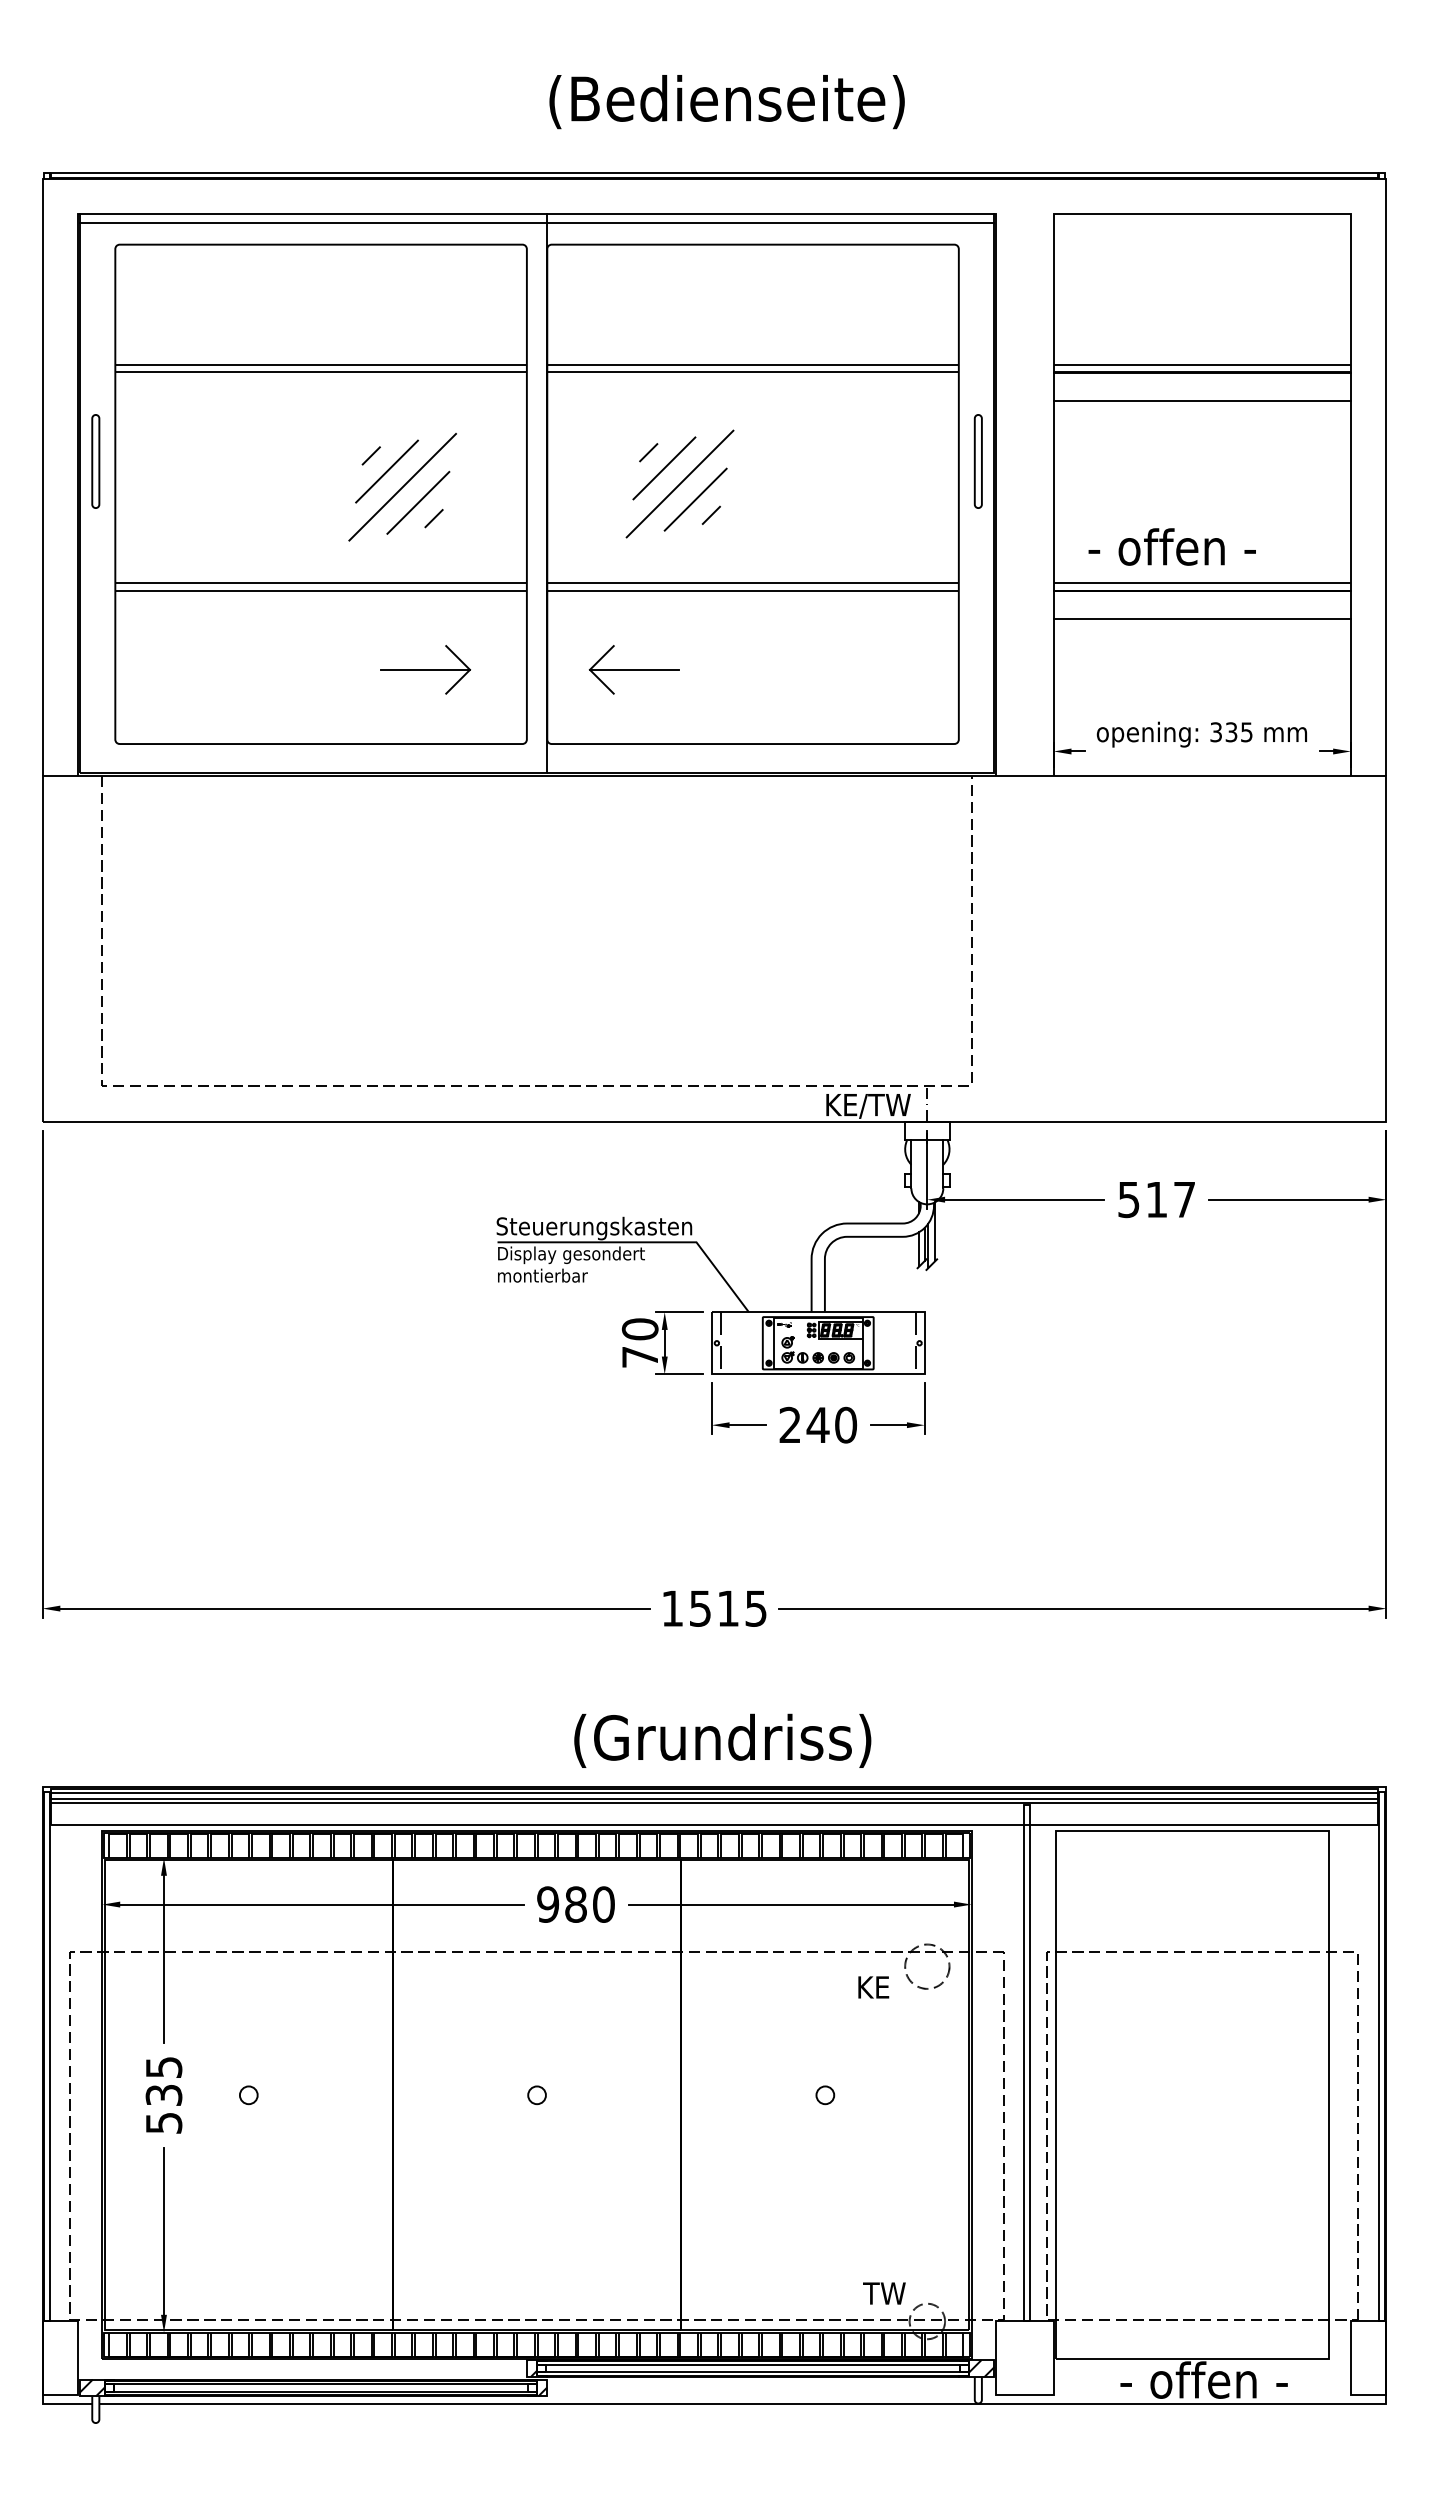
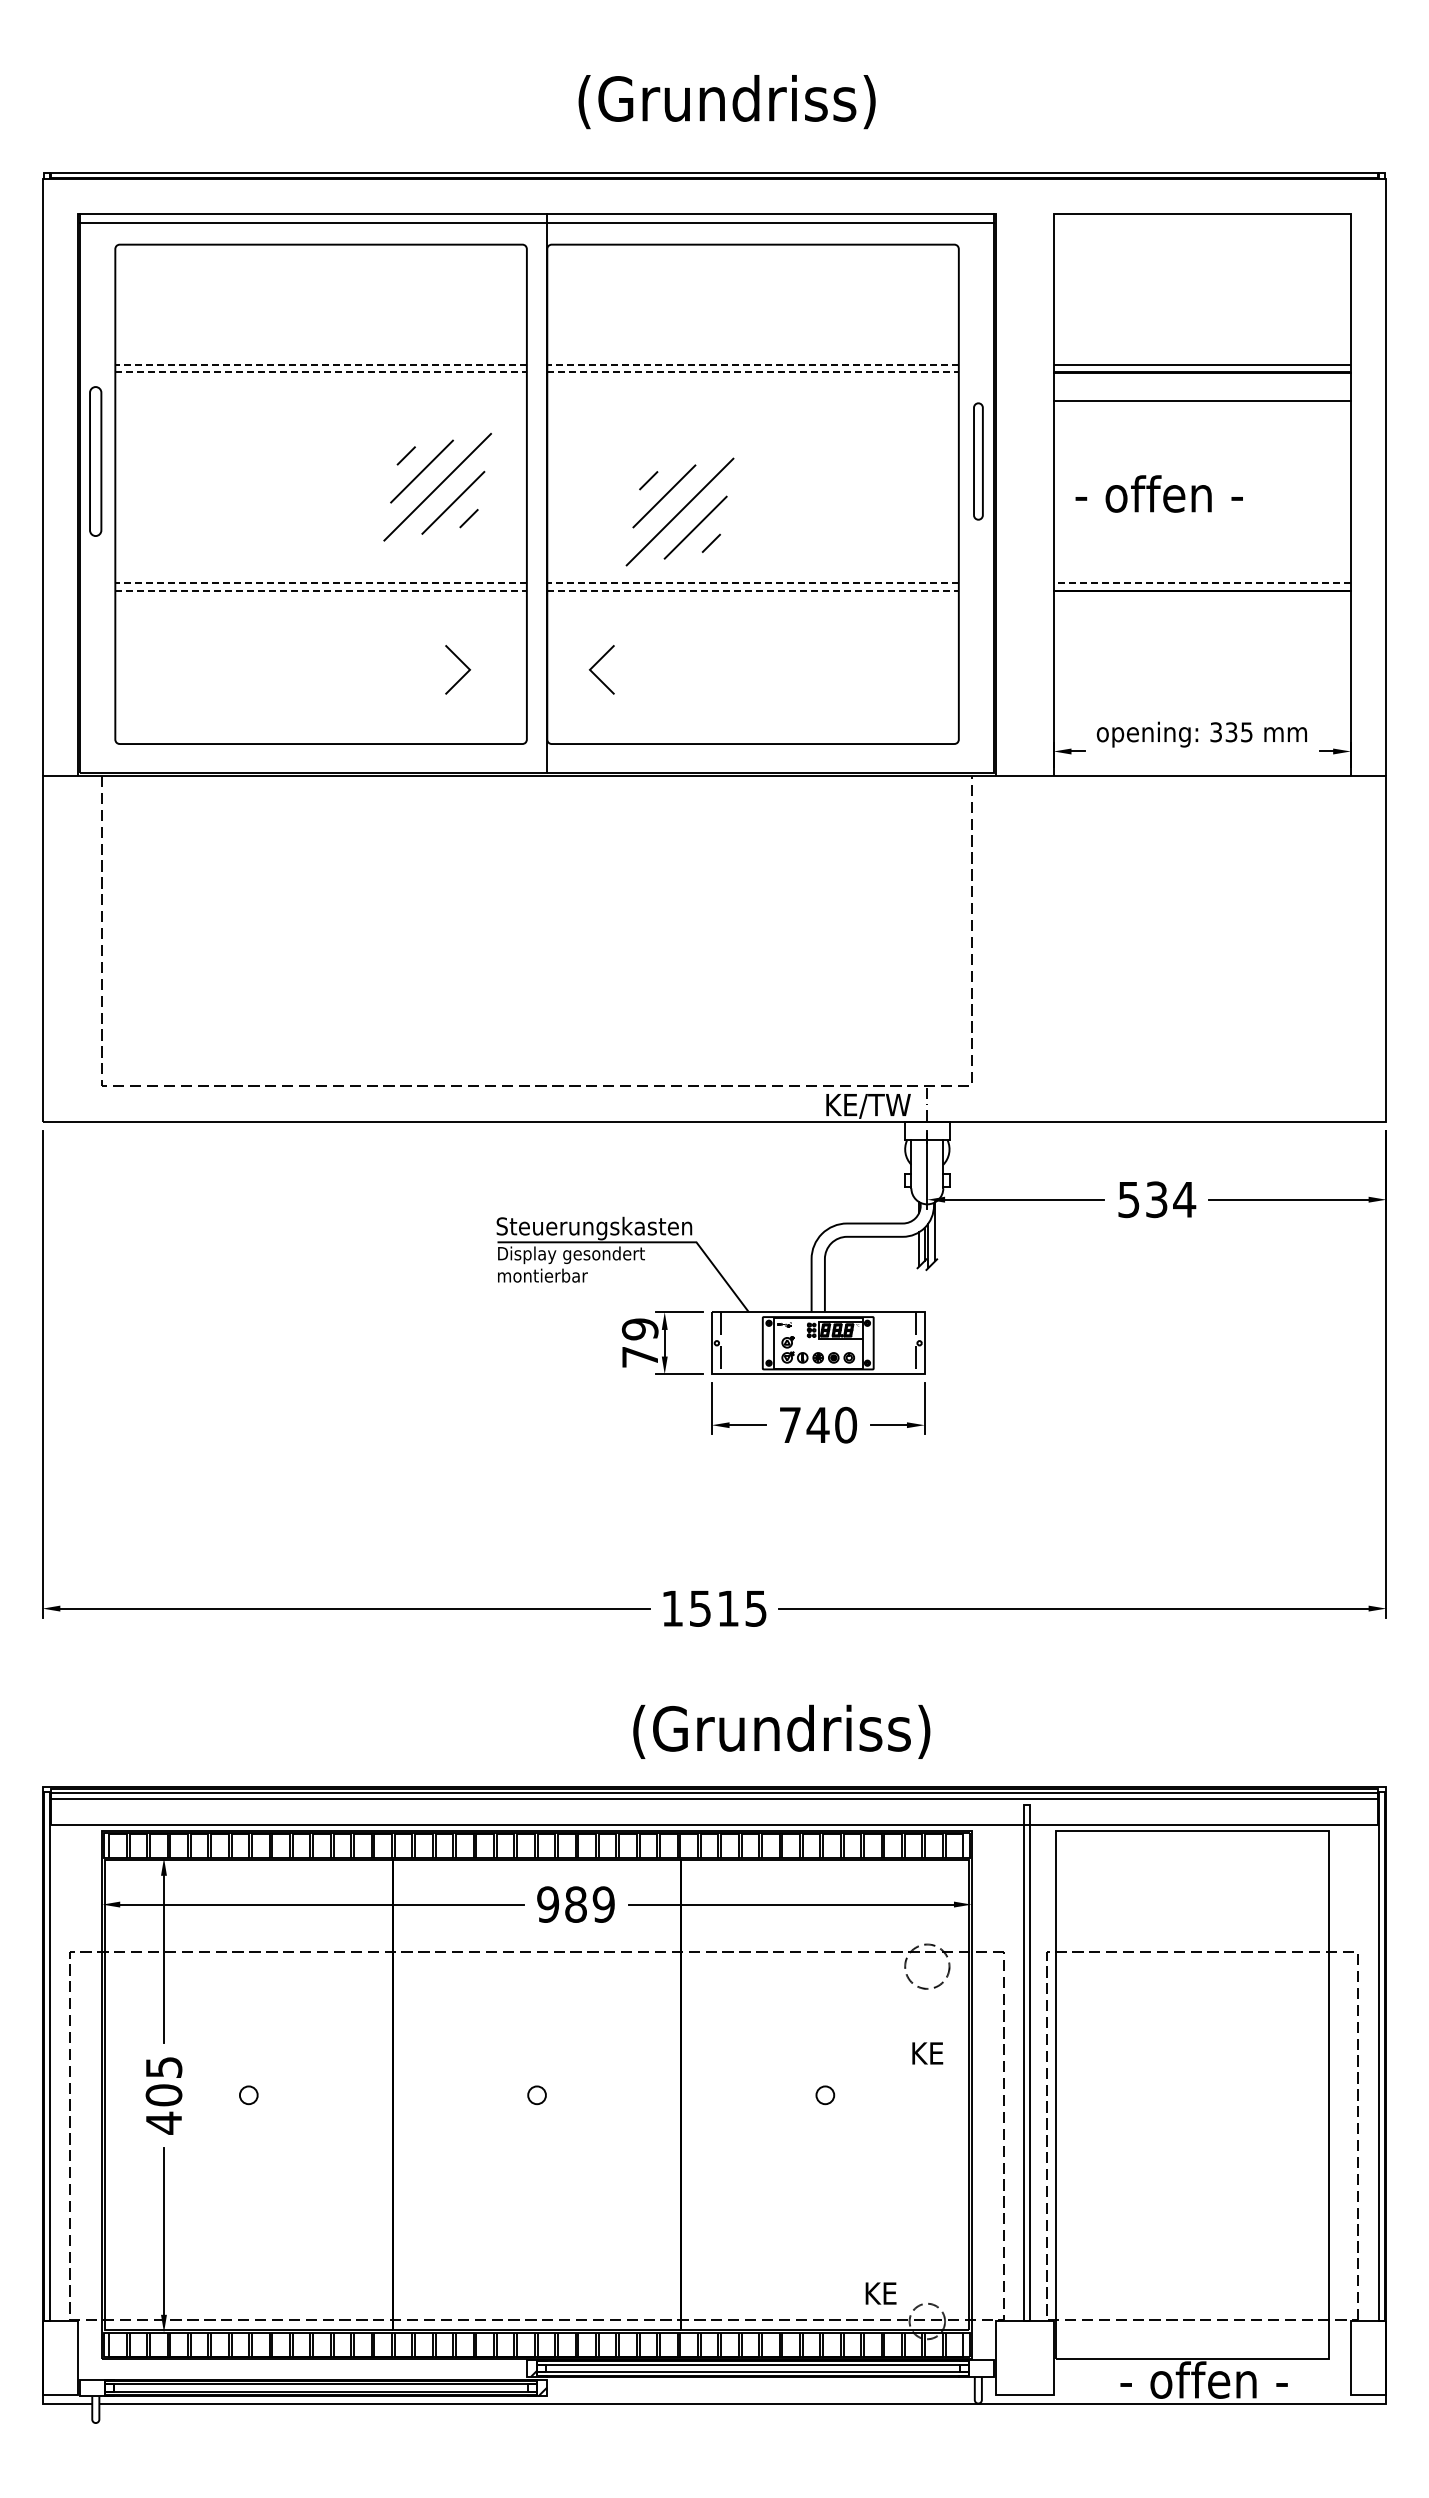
text at (726, 102): (Bedienseite) -> (Grundriss)
line at (321, 365): solid -> dashed
line at (753, 365): solid -> dashed
line at (321, 372): solid -> dashed
line at (753, 372): solid -> dashed
part at (95, 461) size: 10x95 px -> 14x151 px
part at (977, 461) size: 10x95 px -> 11x119 px
part at (679, 483) position: (679, 483) -> (679, 511)
part at (402, 487) position: (402, 487) -> (437, 487)
text at (1171, 546) position: (1171, 546) -> (1158, 493)
line at (321, 583): solid -> dashed
line at (753, 583): solid -> dashed
line at (1202, 583): solid -> dashed
line at (321, 590): solid -> dashed
line at (753, 590): solid -> dashed
line at (1201, 618): present -> none
line at (425, 669): present -> none
line at (633, 669): present -> none
text at (1171, 1199): 517 -> 534
text at (640, 1329): 70 -> 79
text at (789, 1424): 240 -> 740
text at (722, 1740) position: (722, 1740) -> (781, 1731)
line at (714, 1802): present -> none
text at (603, 1904): 980 -> 989
text at (873, 1987) position: (873, 1987) -> (927, 2053)
text at (163, 2109): 535 -> 405
text at (884, 2293): TW -> KE
hatch at (981, 2368): present -> none
hatch at (92, 2387): present -> none
